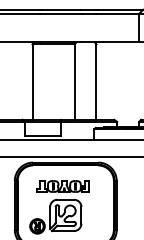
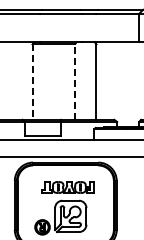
line at (32, 82): solid -> dashed
line at (74, 82): solid -> dashed
part at (59, 207) position: (59, 207) -> (64, 208)
